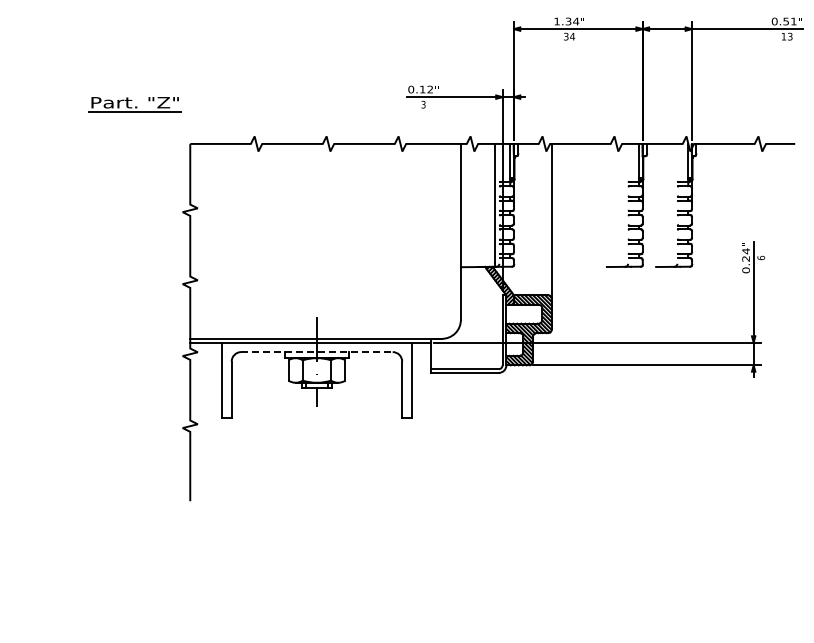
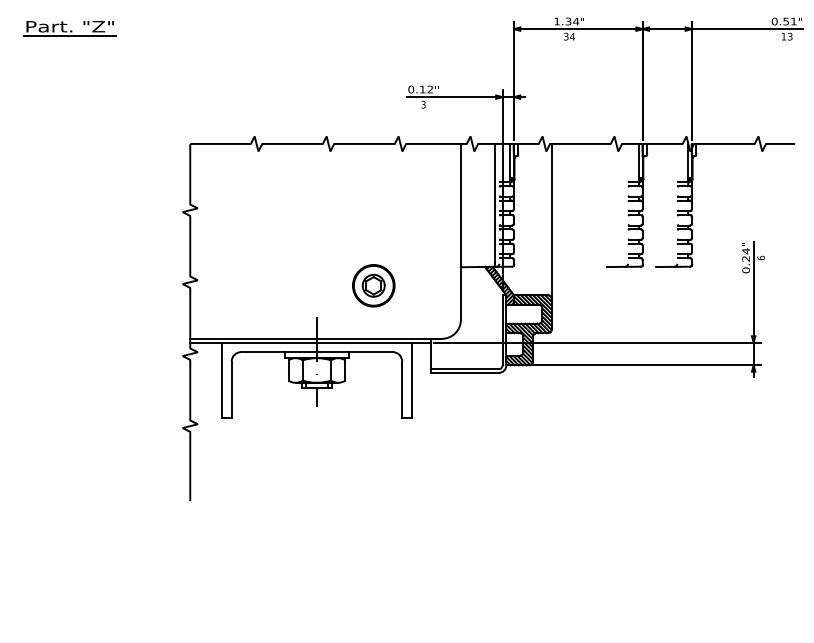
part at (134, 104) position: (134, 104) -> (69, 28)
part at (373, 285): none -> present
line at (316, 352): dashed -> solid
